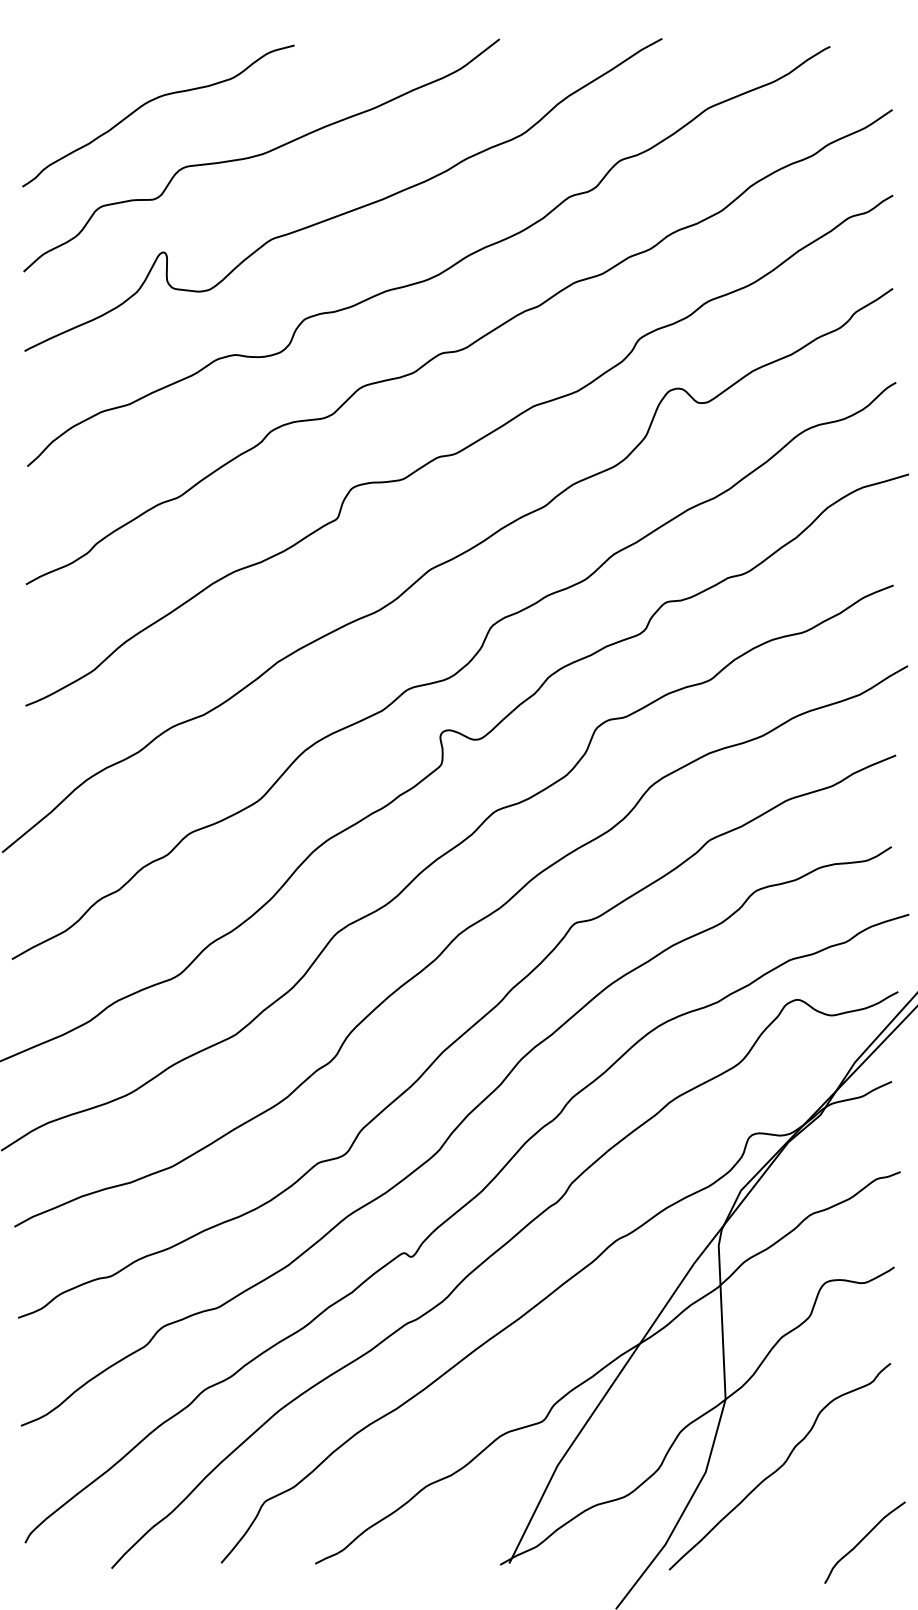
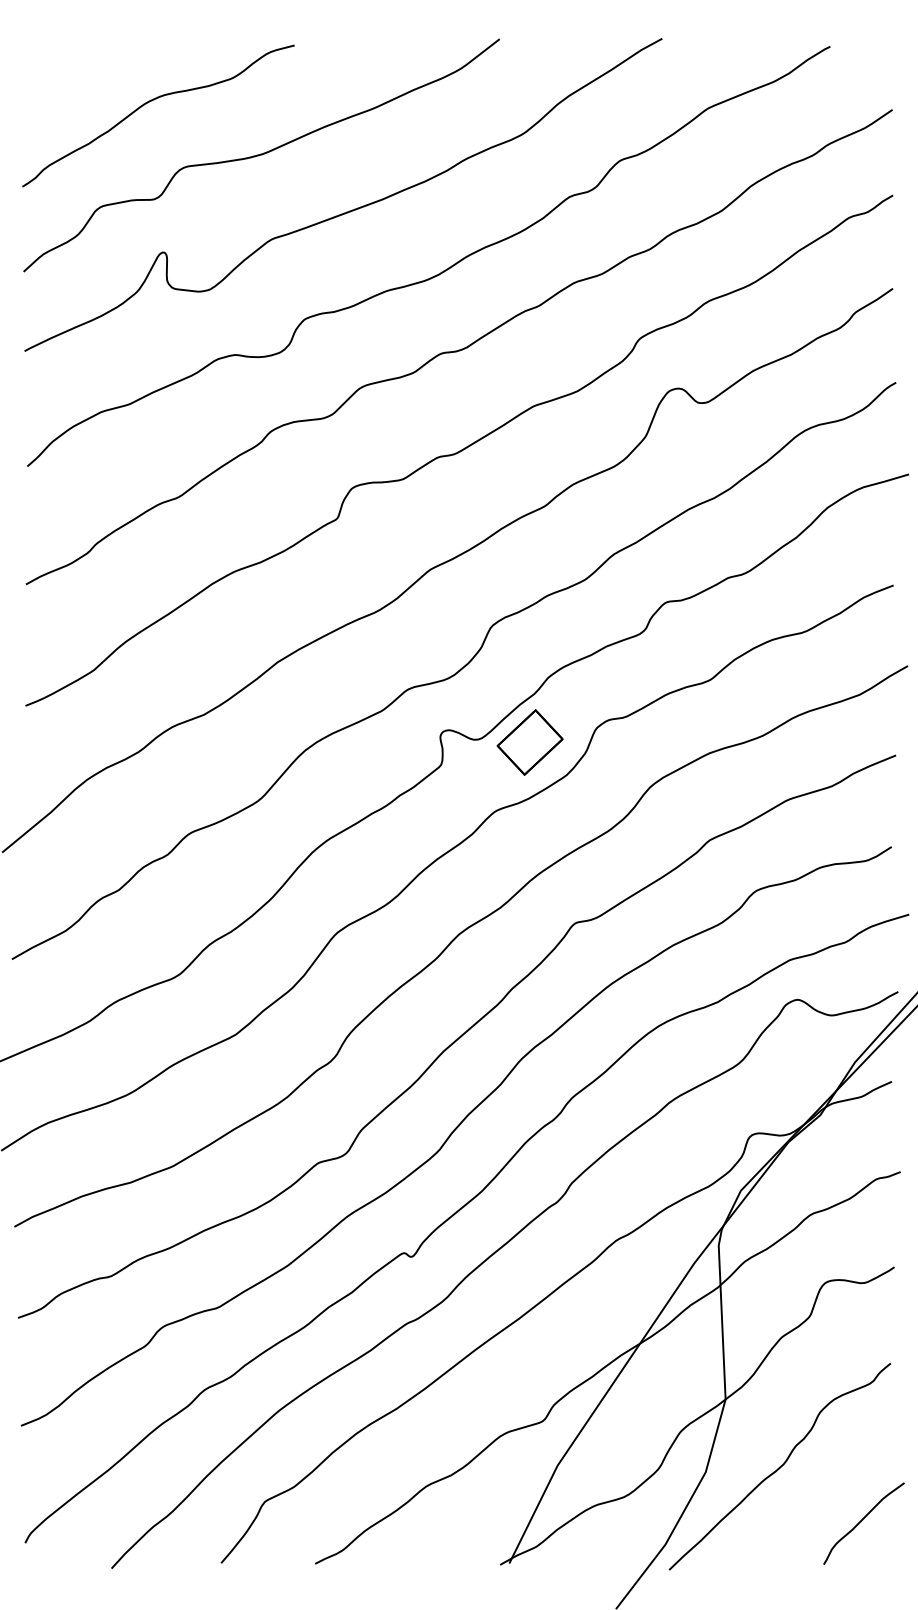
part at (529, 742): none -> present
curve at (862, 1540) position: (862, 1540) -> (861, 1521)
